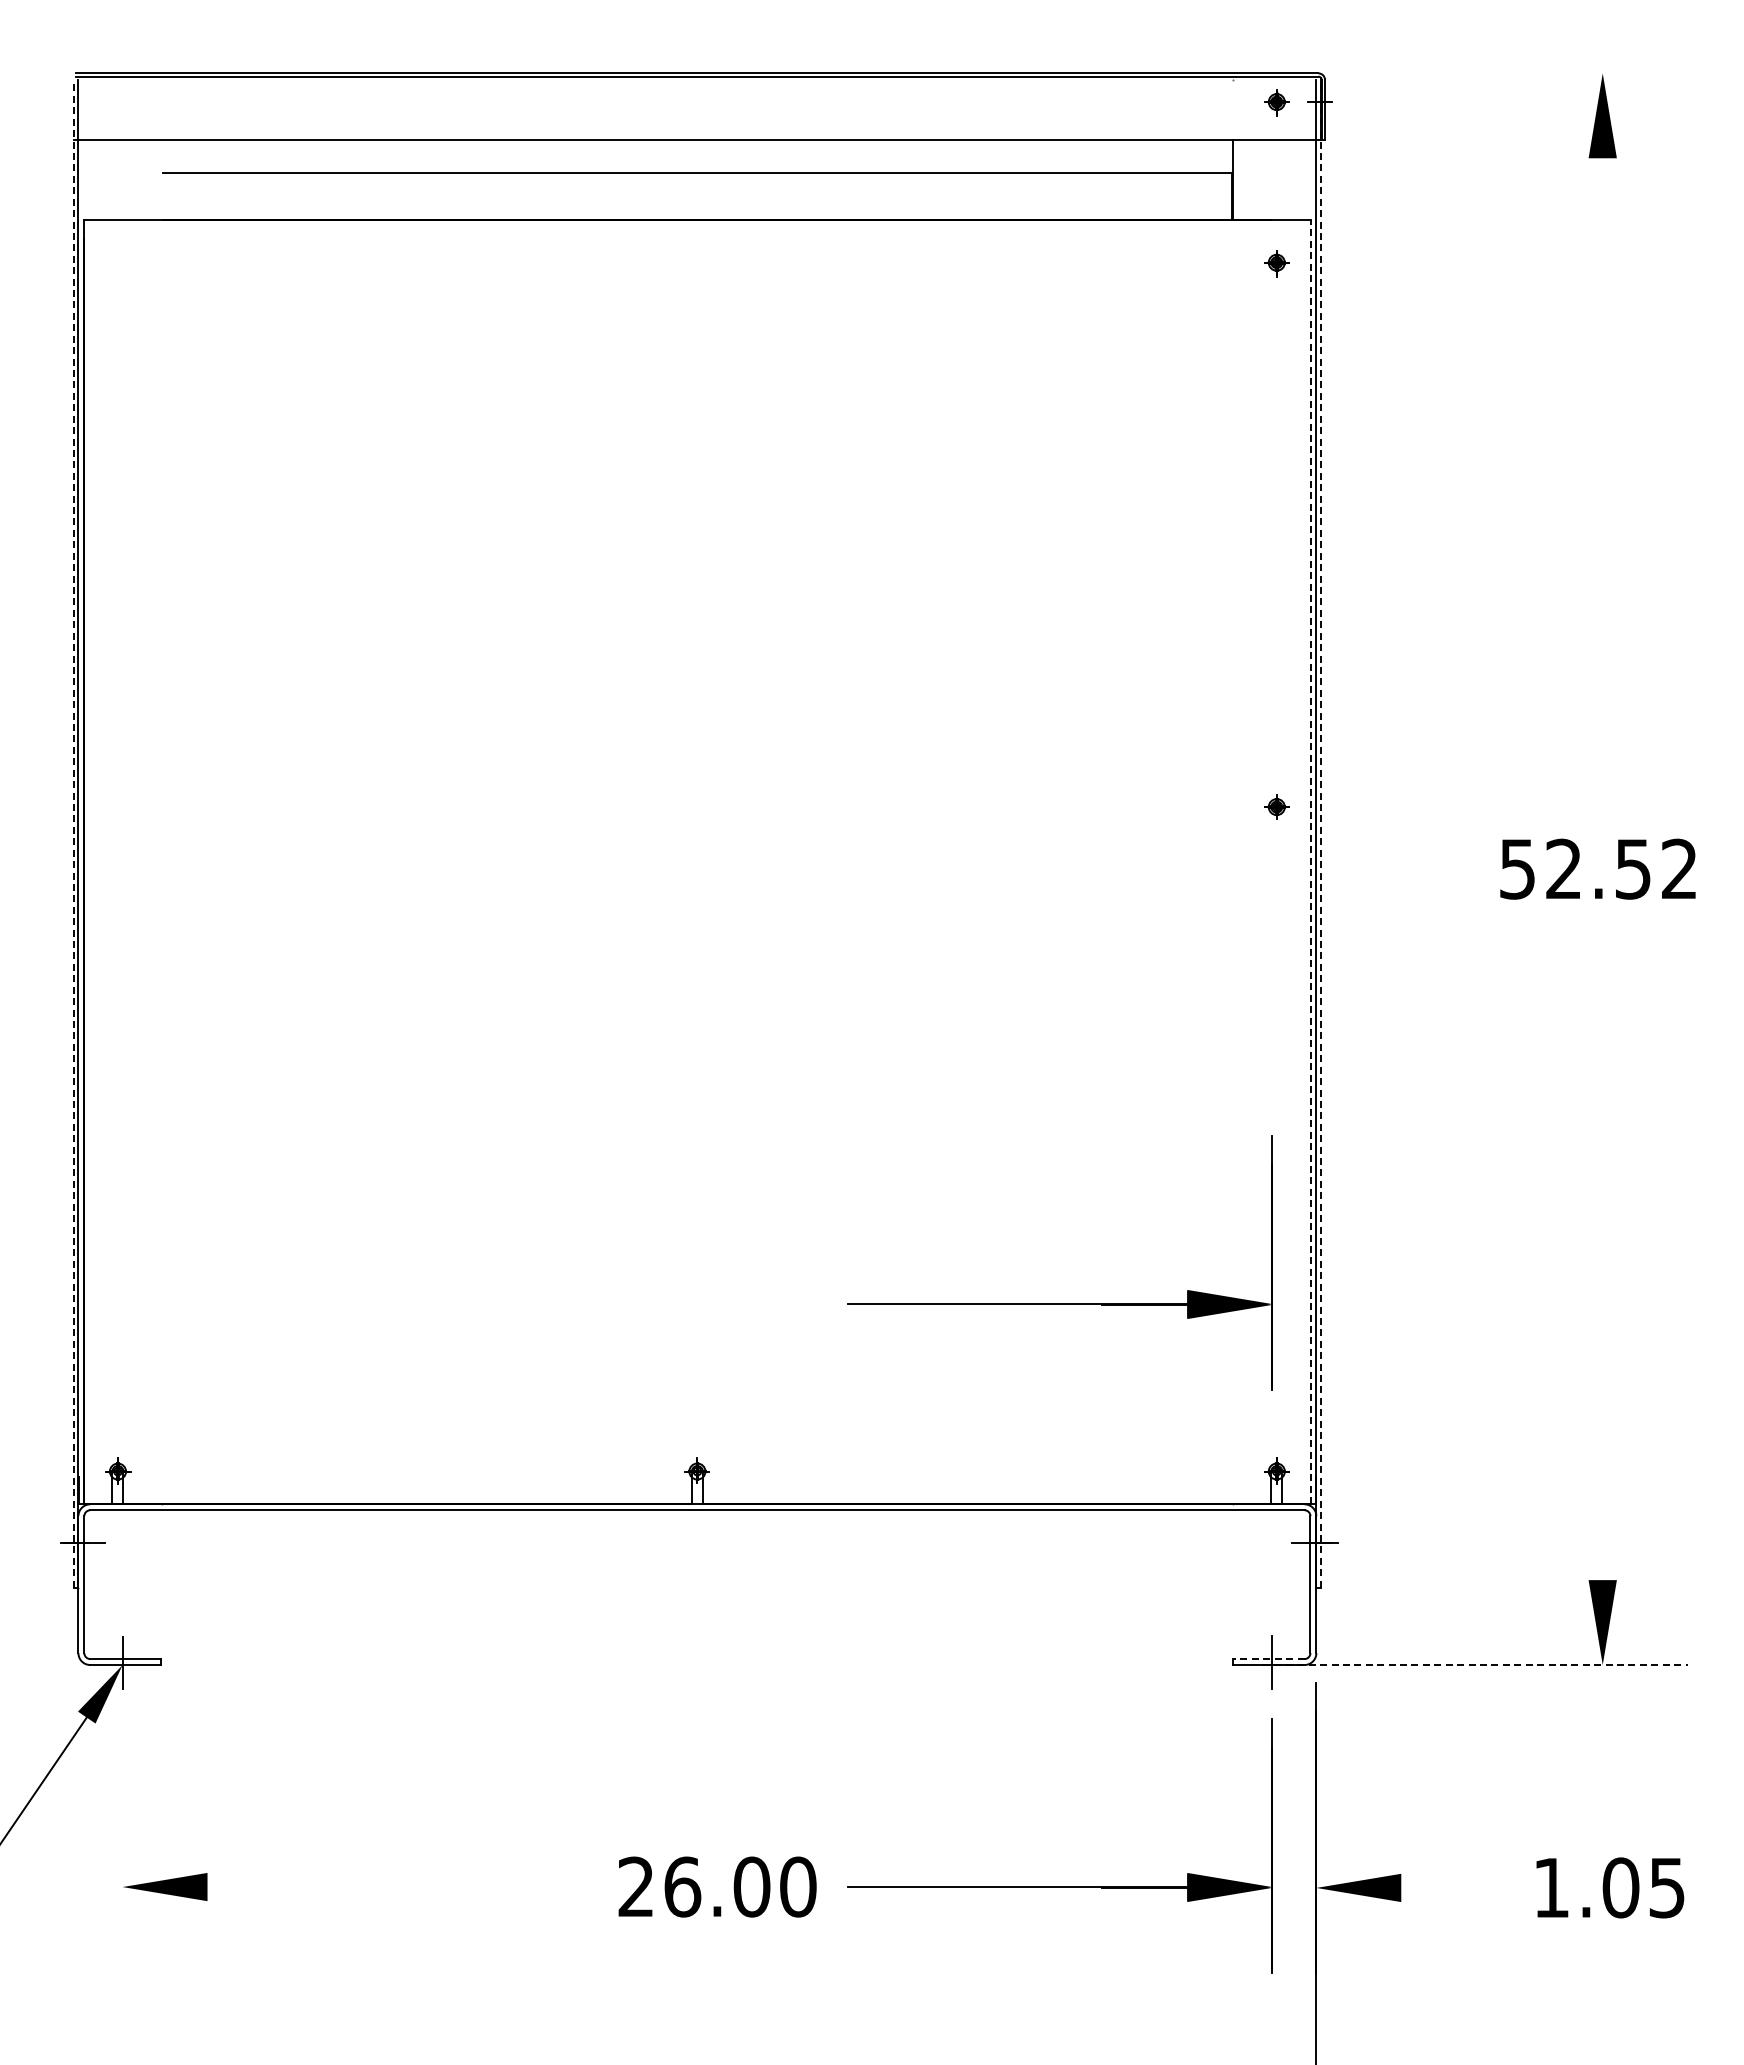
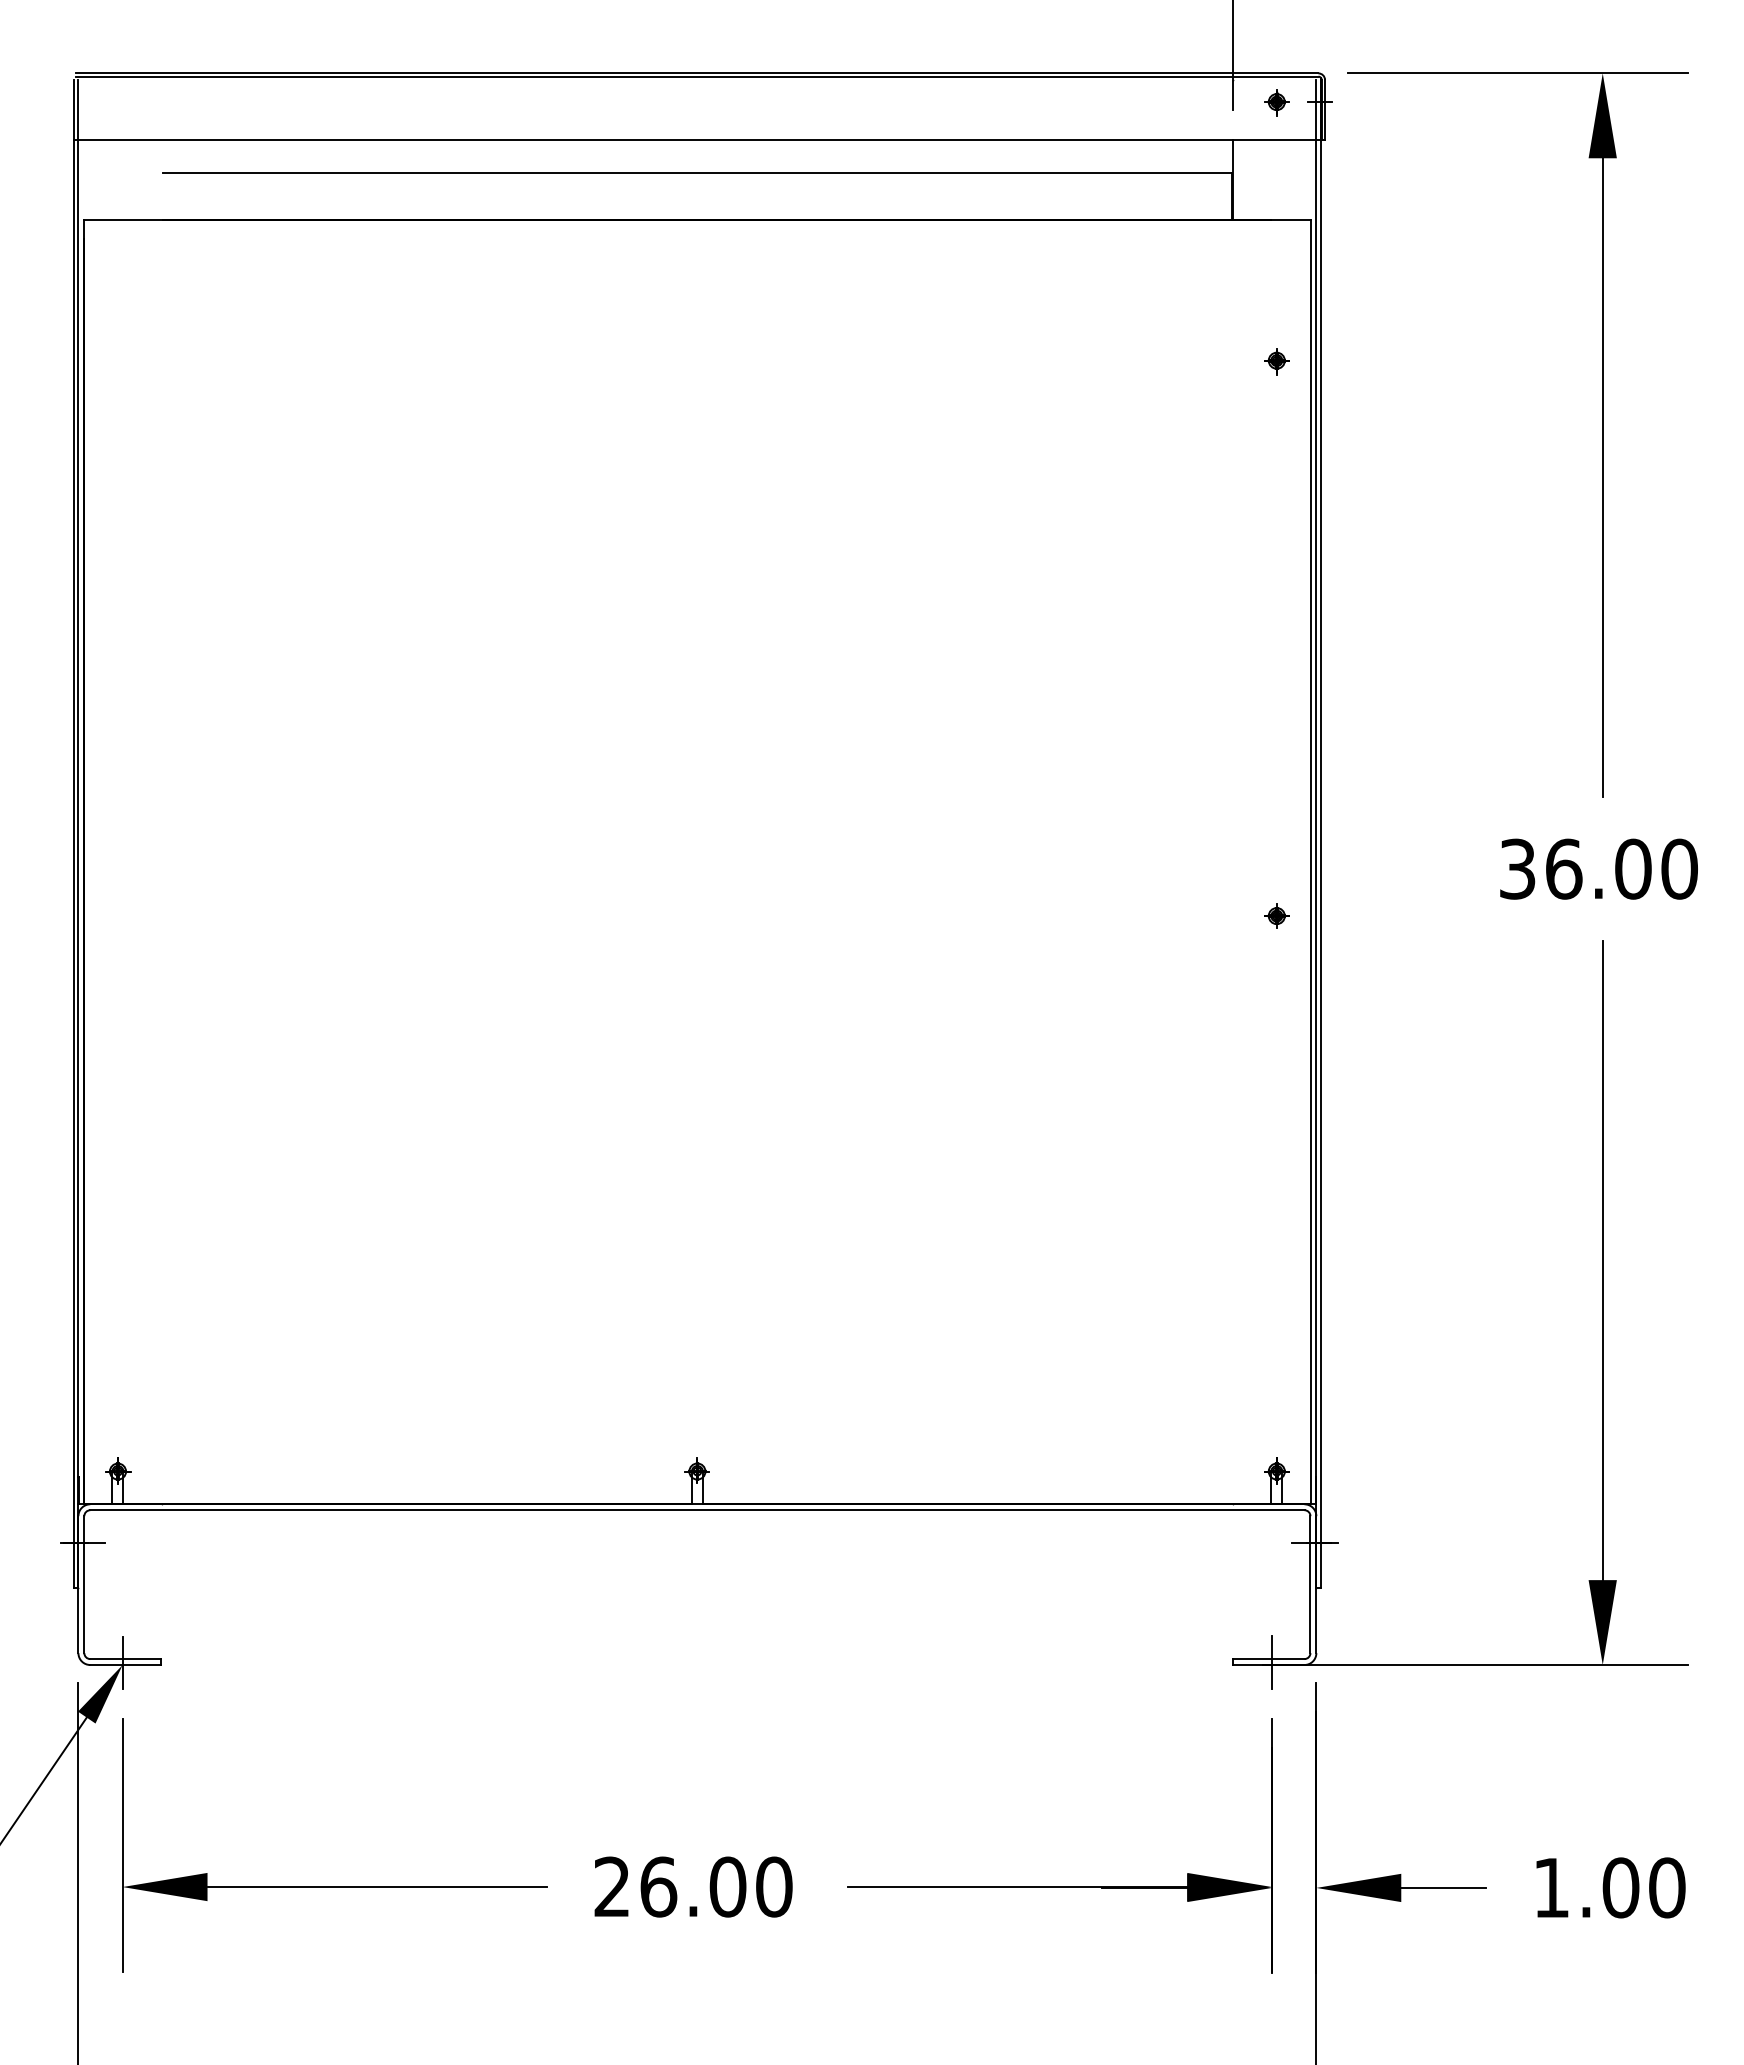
line at (1232, 56): none -> present
line at (1517, 73): none -> present
part at (1276, 263) position: (1276, 263) -> (1276, 361)
line at (1602, 477): none -> present
part at (1276, 806) position: (1276, 806) -> (1276, 915)
line at (73, 833): dashed -> solid
line at (1321, 833): dashed -> solid
line at (1310, 861): dashed -> solid
text at (1598, 868): 52.52 -> 36.00
line at (1602, 1260): none -> present
part at (1059, 1303): present -> none
line at (1268, 1659): dashed -> solid
line at (1475, 1665): dashed -> solid
line at (122, 1844): none -> present
line at (78, 1871): none -> present
text at (717, 1886) position: (717, 1886) -> (693, 1886)
line at (376, 1887): none -> present
line at (1443, 1887): none -> present
text at (1667, 1887): 1.05 -> 1.00
